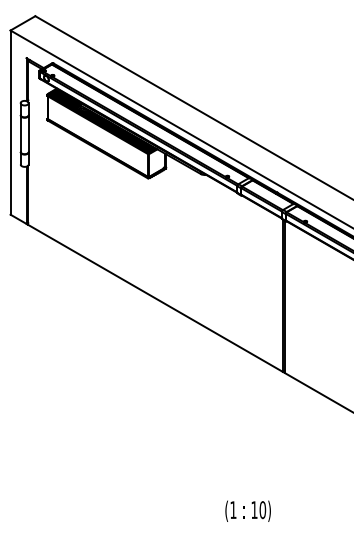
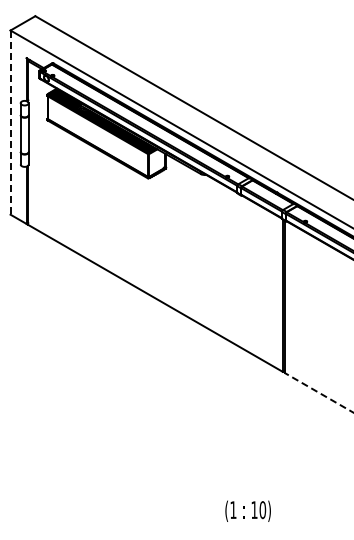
line at (10, 123): solid -> dashed
line at (319, 392): solid -> dashed
